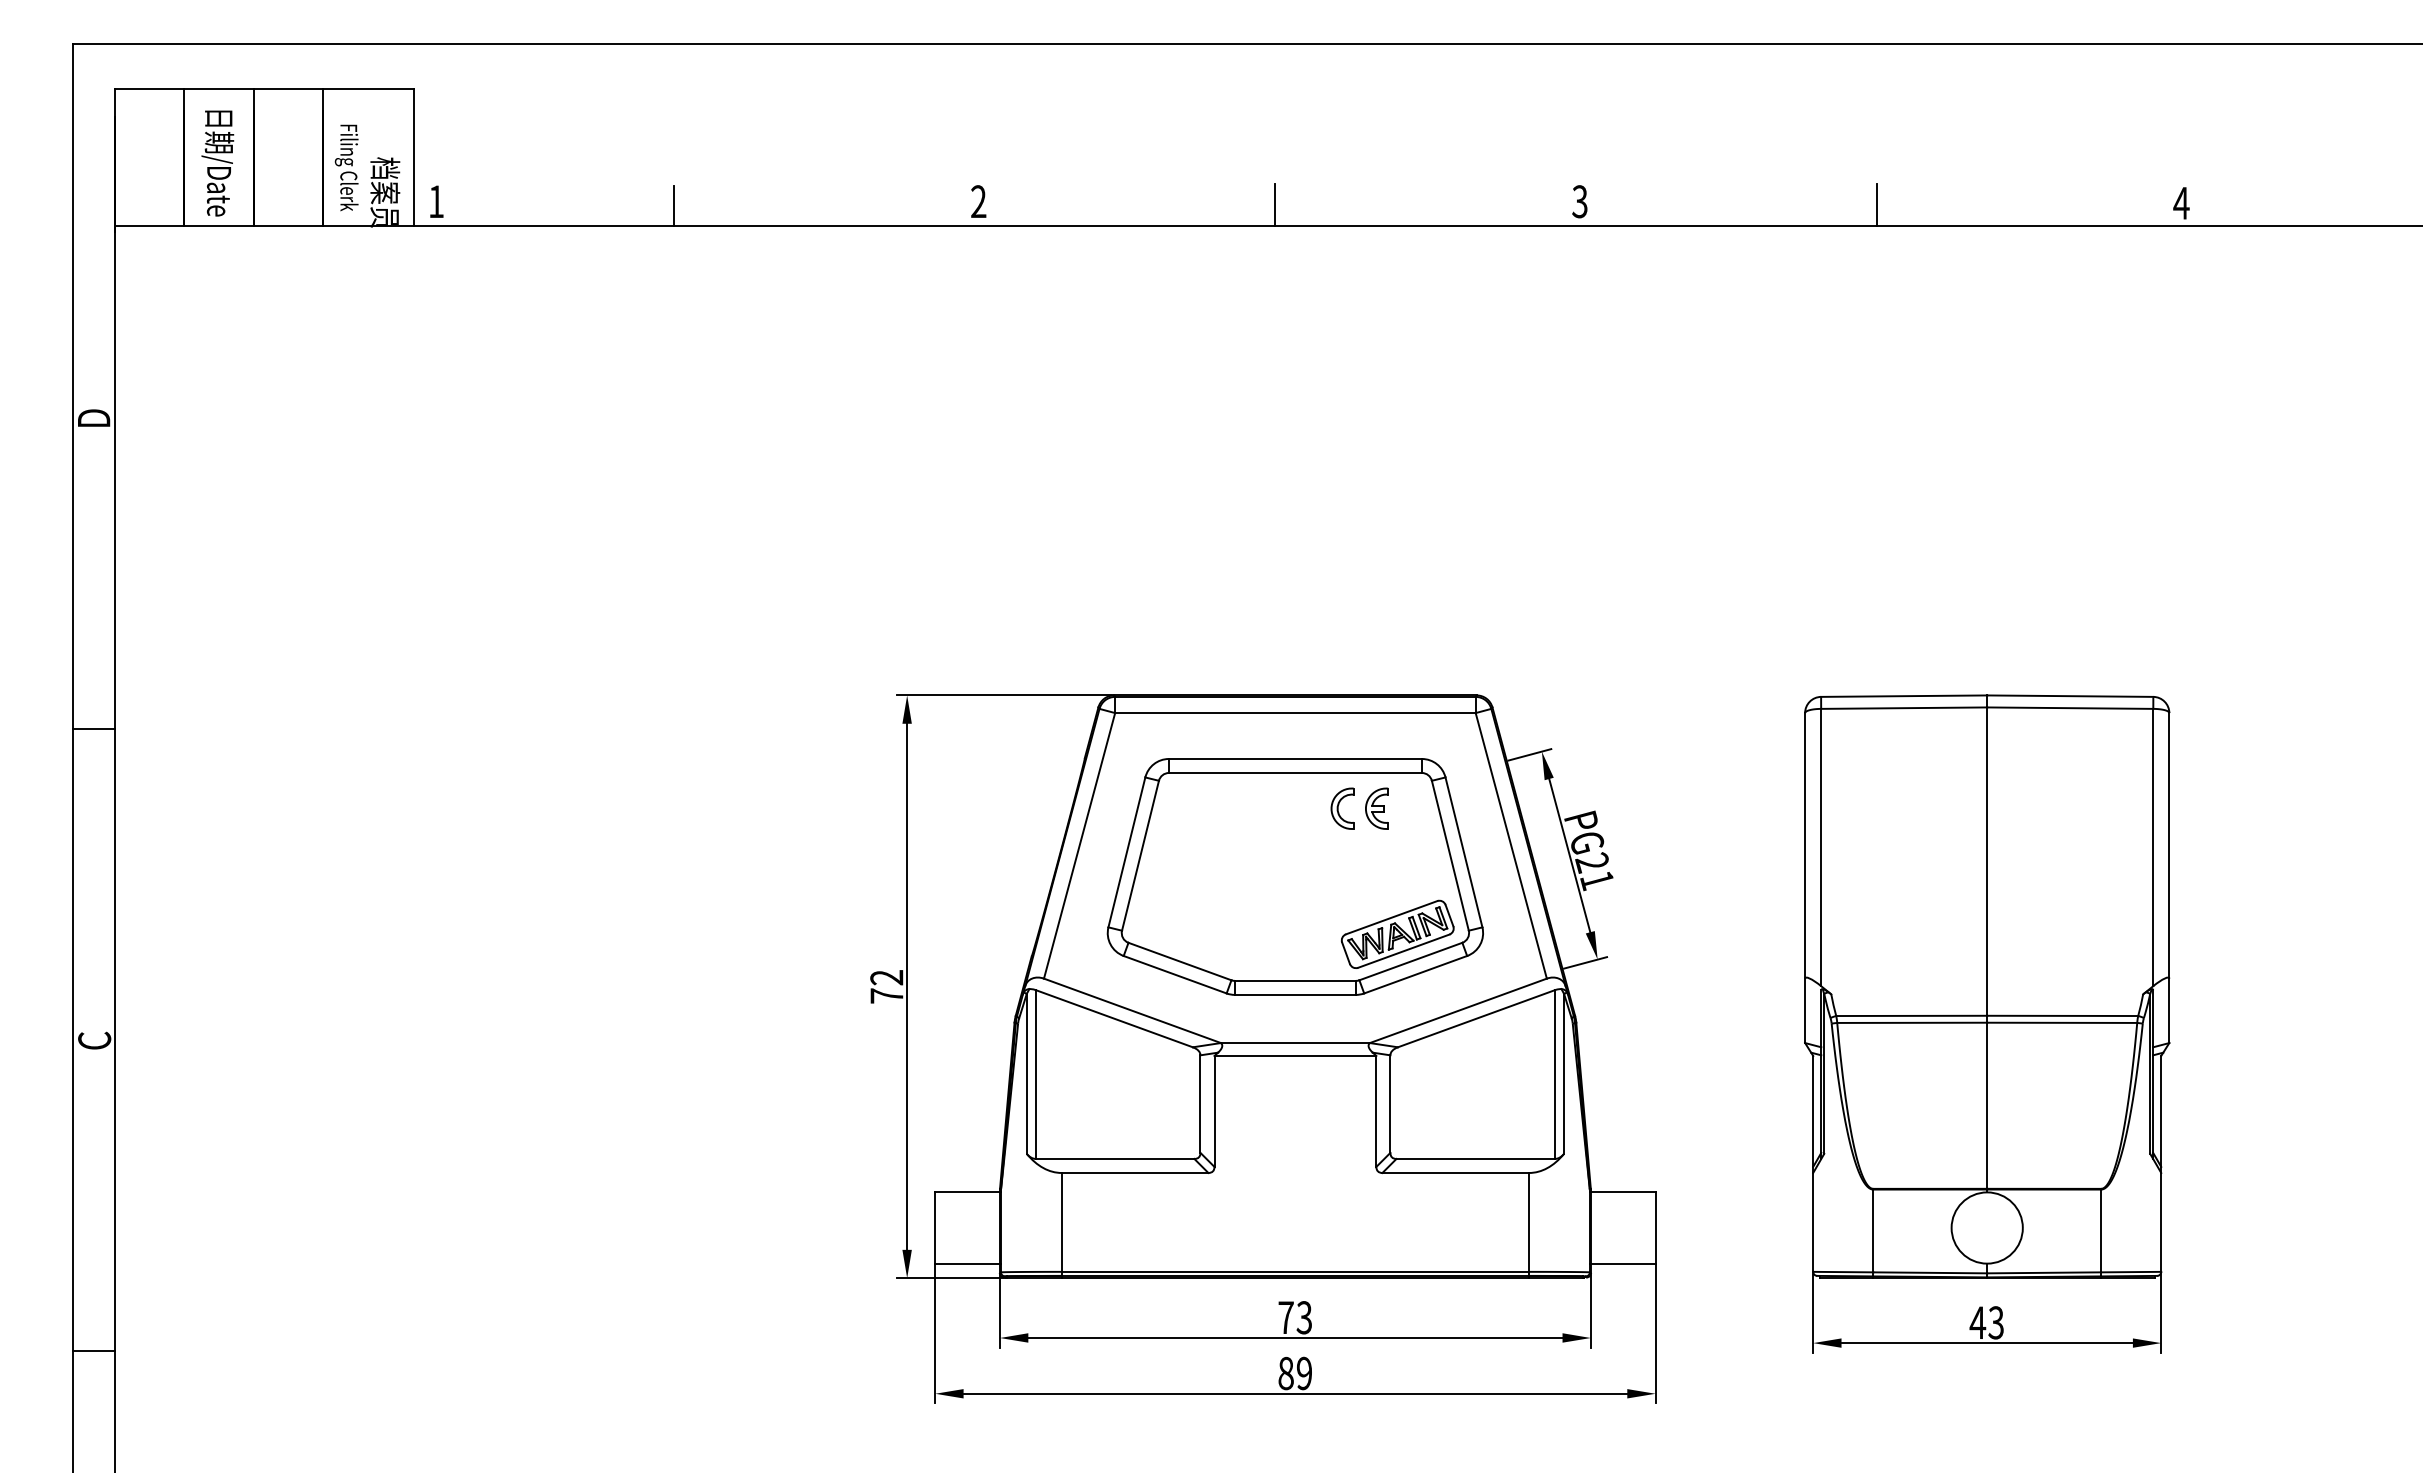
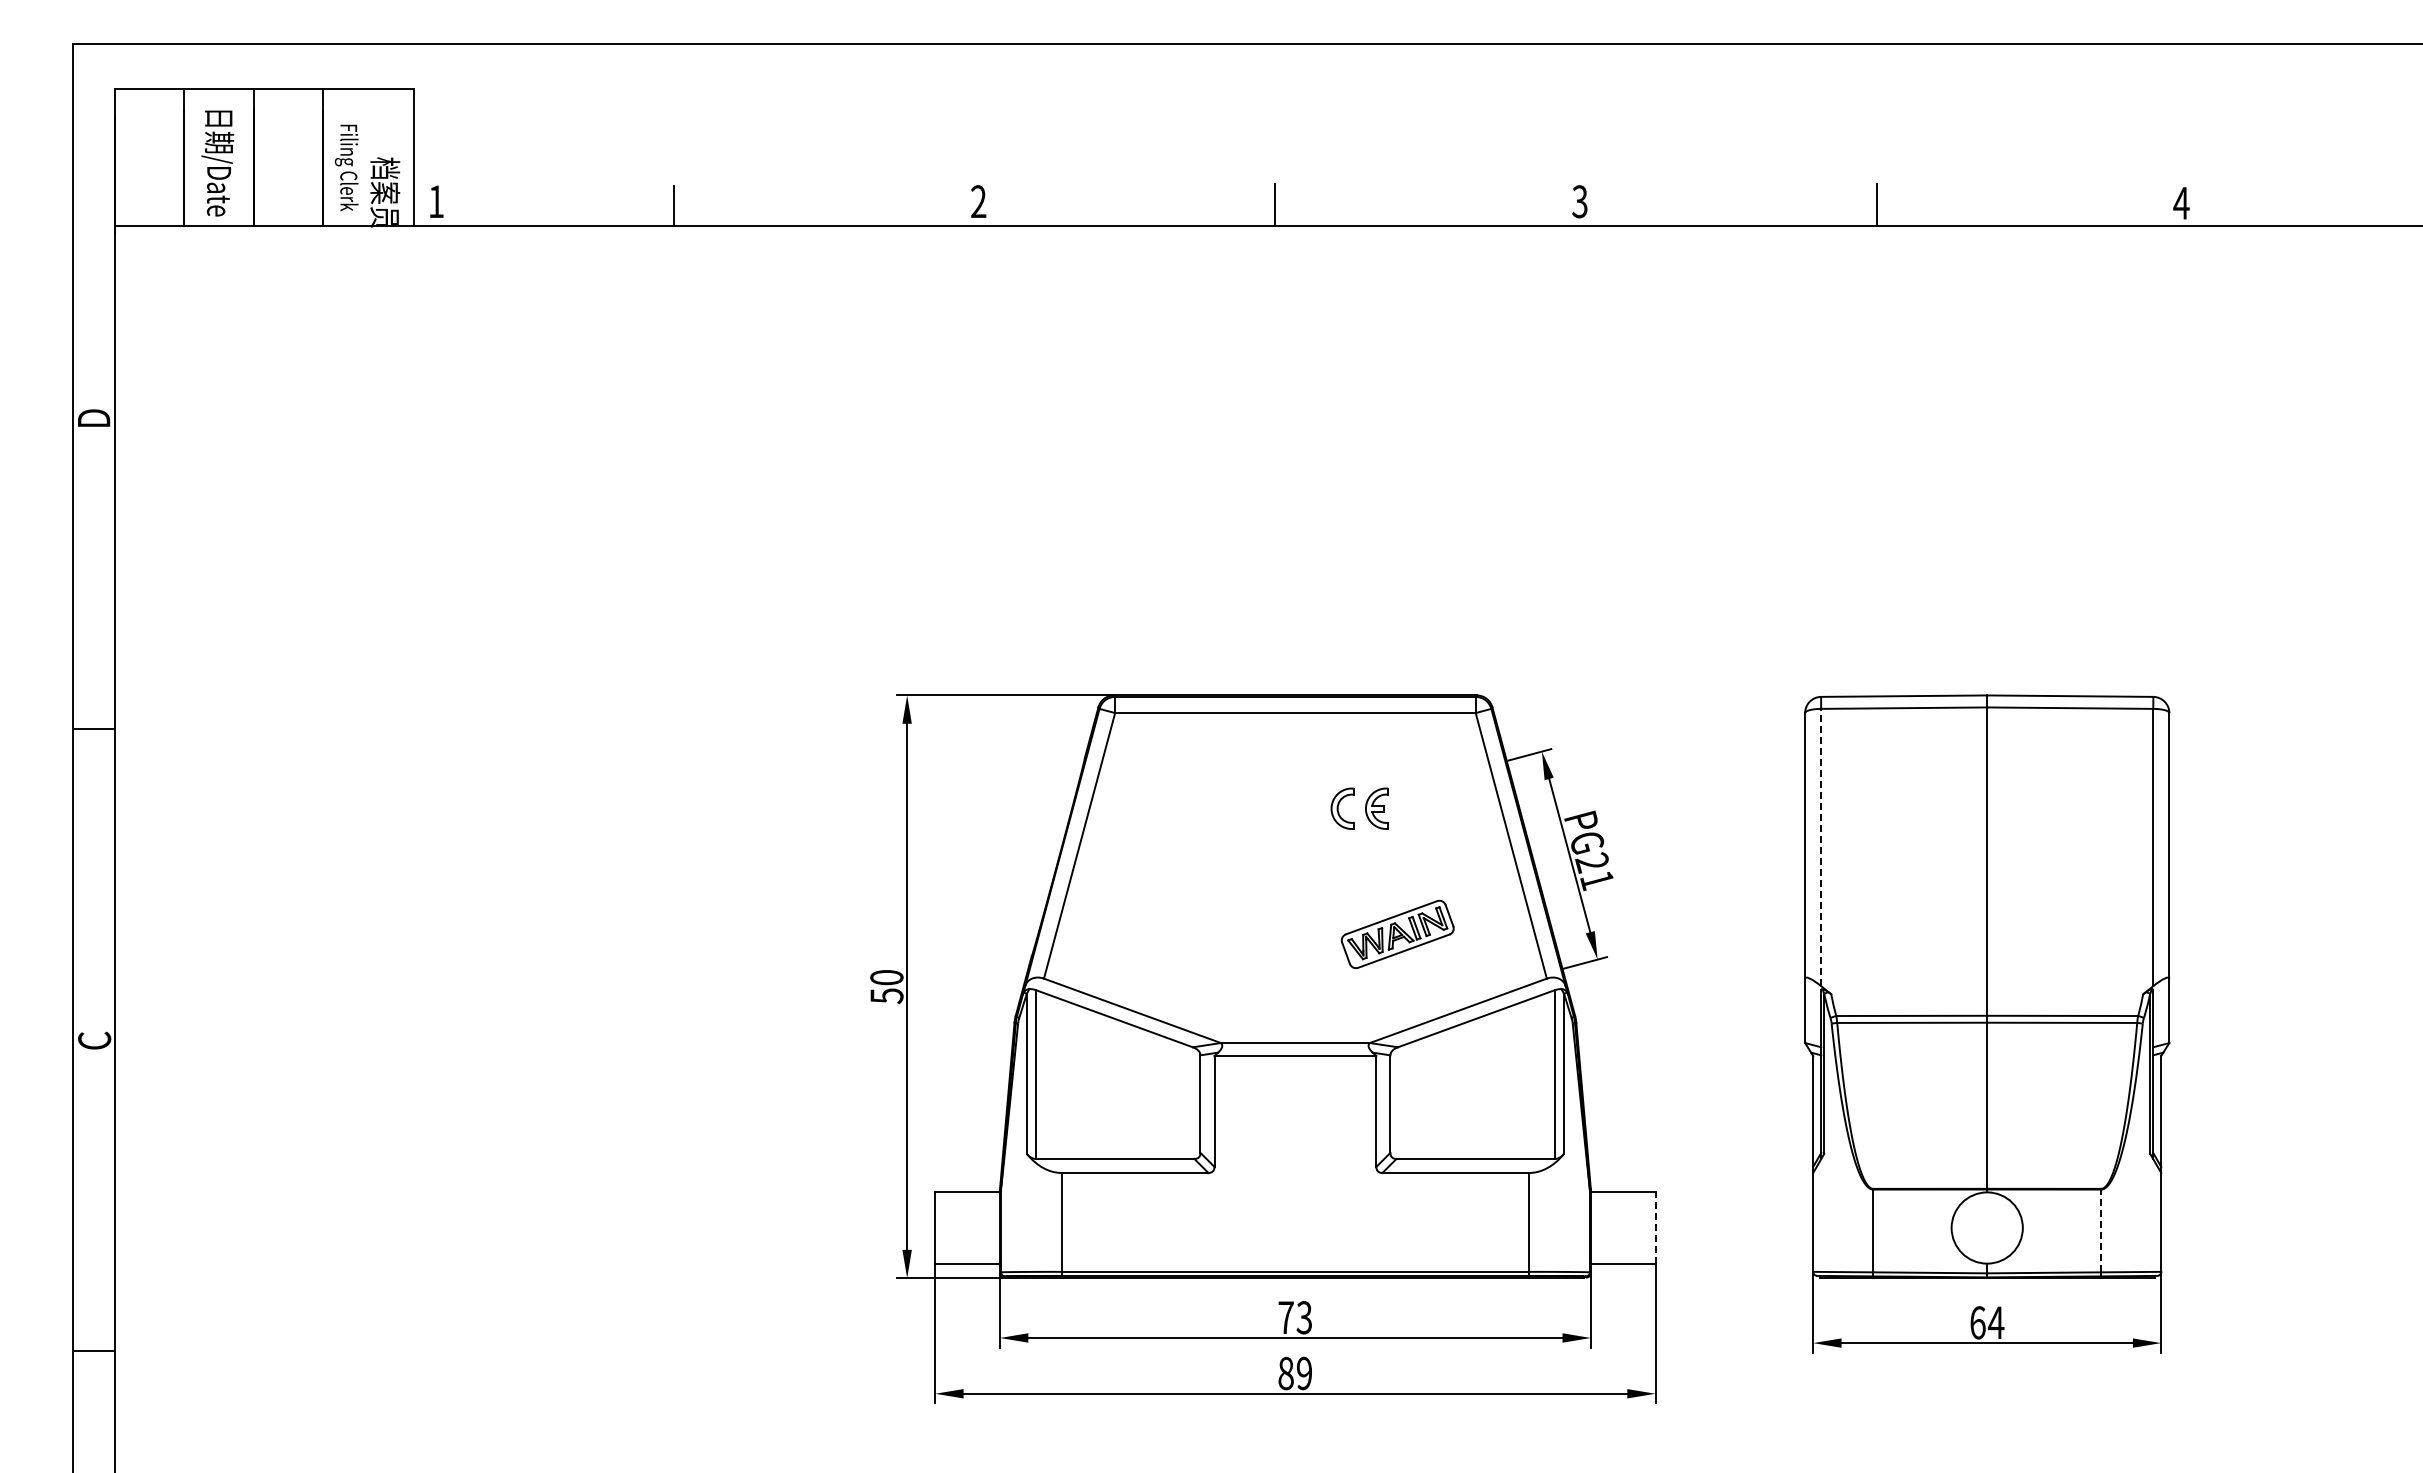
line at (1821, 847): solid -> dashed
part at (1294, 876): present -> none
text at (886, 987): 72 -> 50
line at (1655, 1228): solid -> dashed
line at (2101, 1230): solid -> dashed
text at (1986, 1322): 43 -> 64
